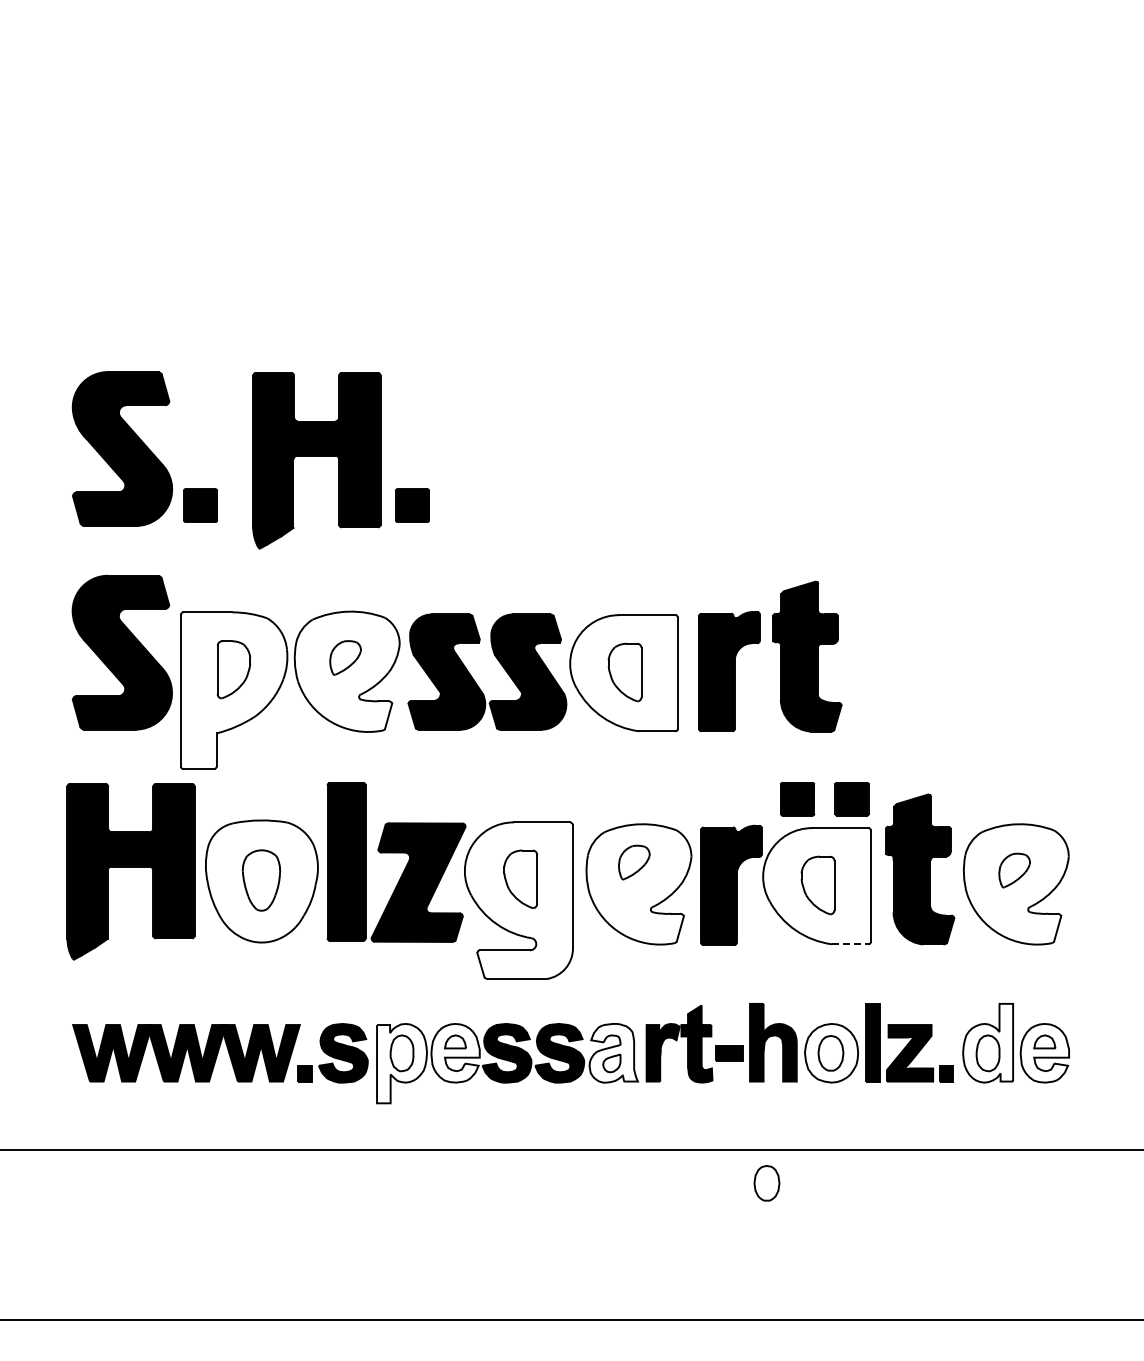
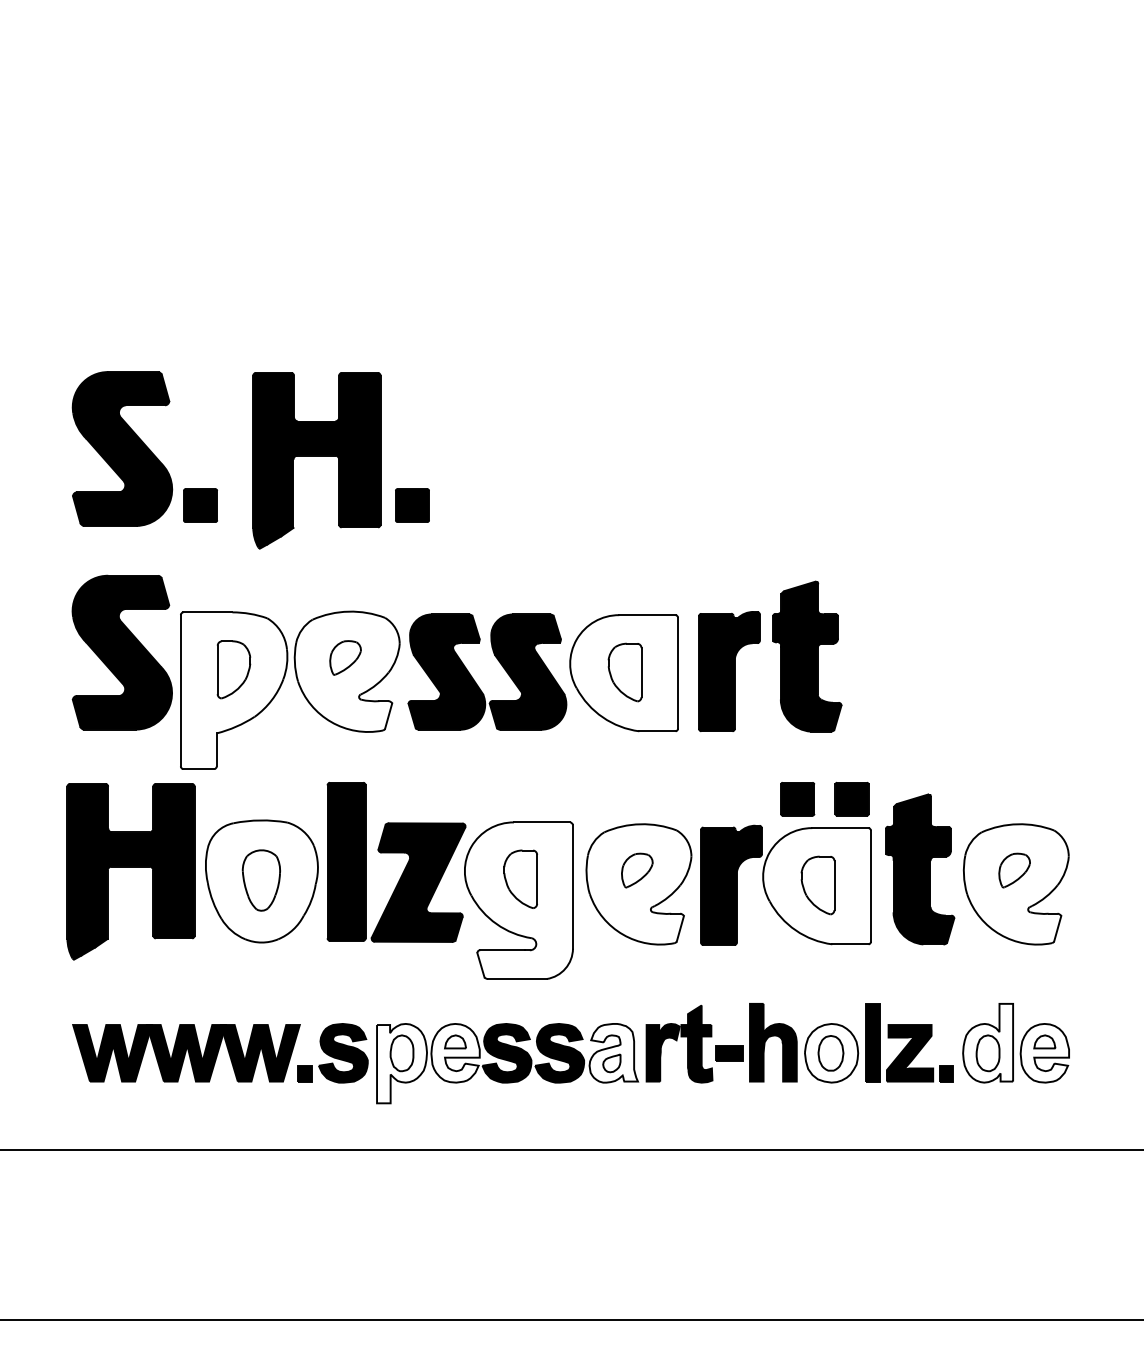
part at (634, 862) position: (634, 862) -> (637, 870)
line at (850, 944): dashed -> solid
part at (766, 1183): present -> none
